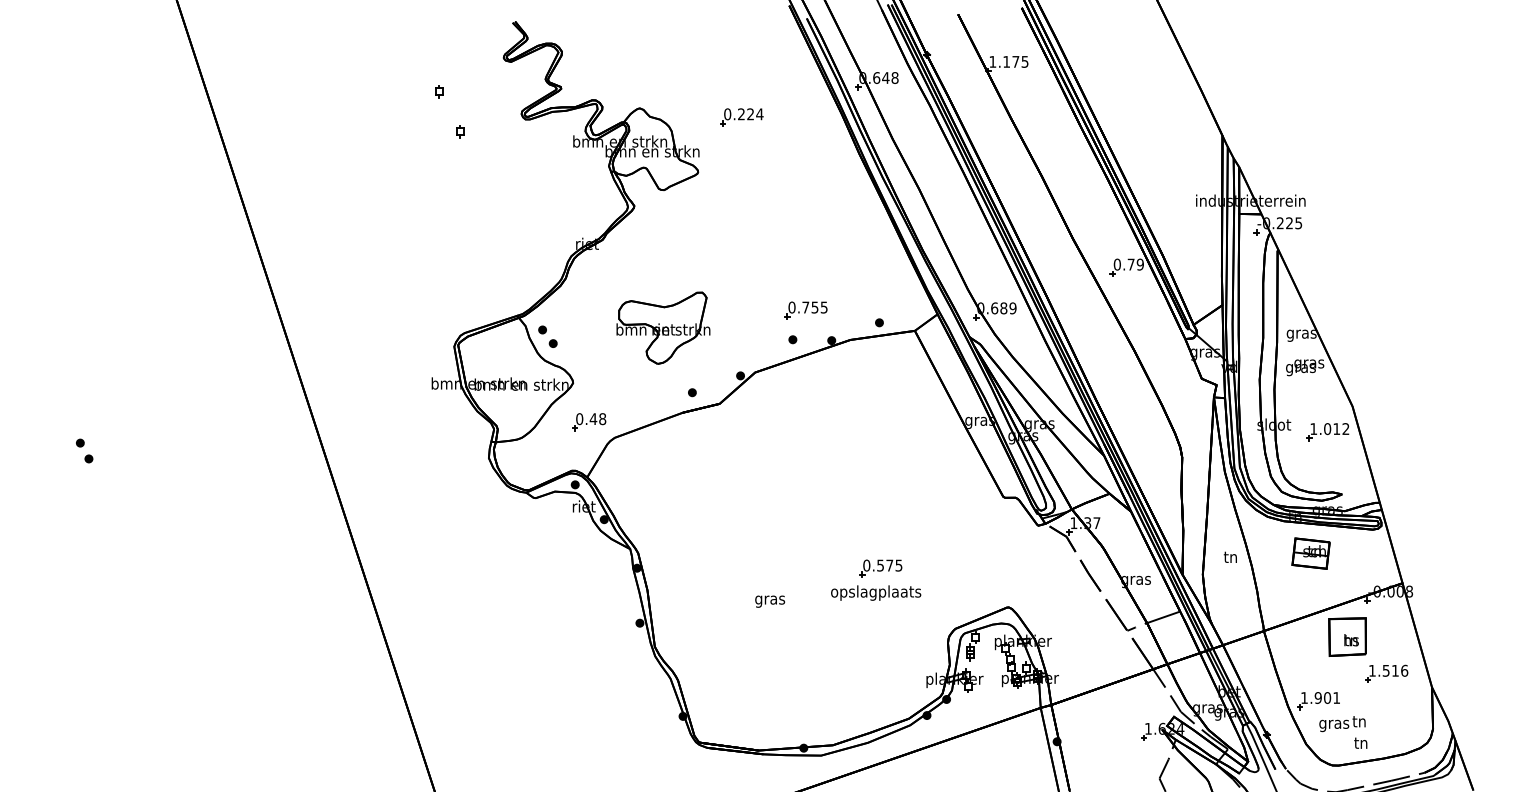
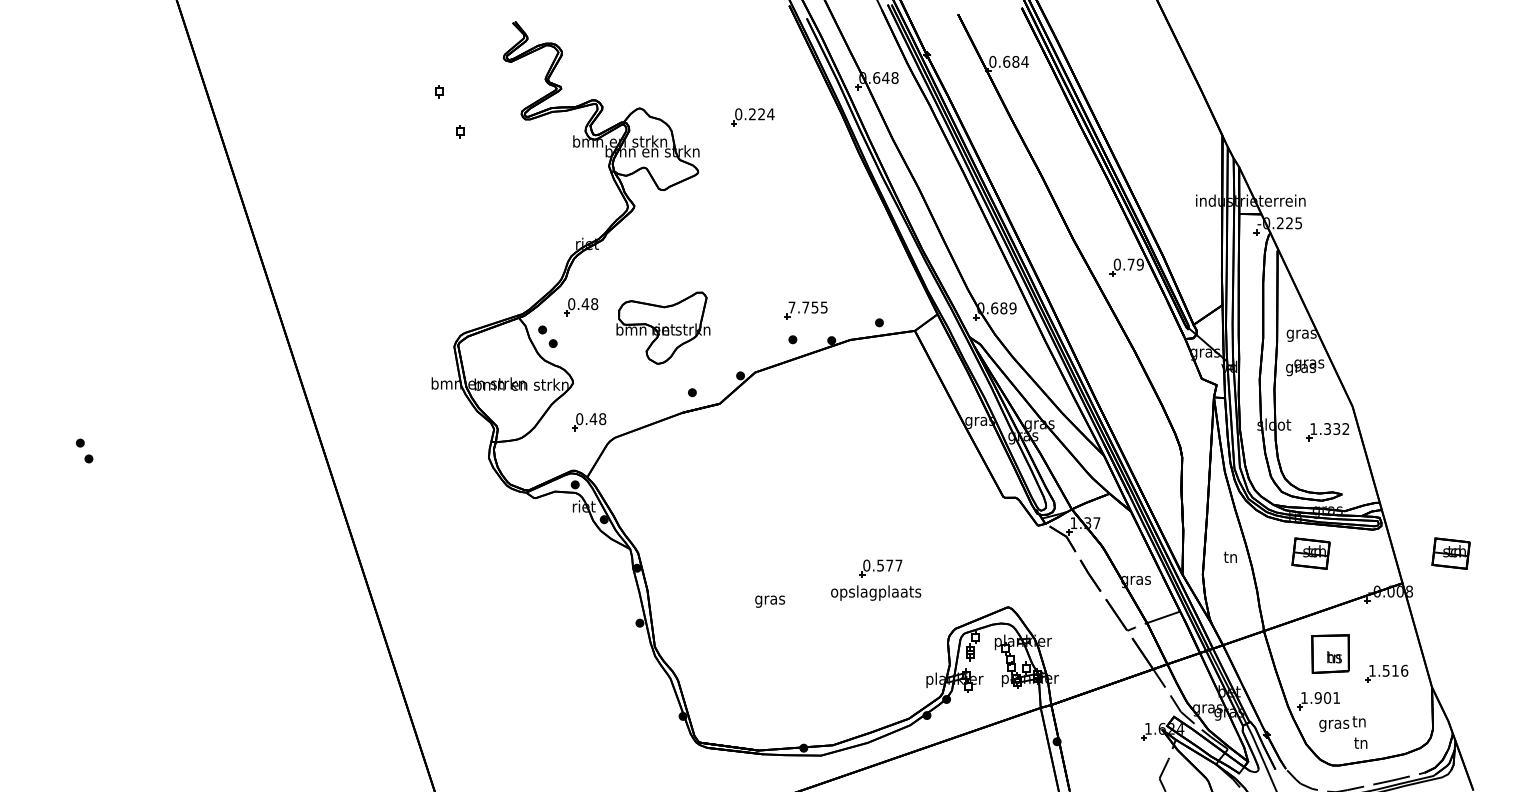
text at (1008, 61): 1.175 -> 0.684
part at (741, 117) position: (741, 117) -> (752, 117)
part at (581, 307): none -> present
text at (791, 307): 0.755 -> 7.755
text at (1332, 429): 1.012 -> 1.332
part at (1450, 553): none -> present
text at (898, 565): 0.575 -> 0.577
part at (1347, 636) position: (1347, 636) -> (1330, 653)
